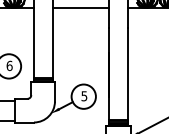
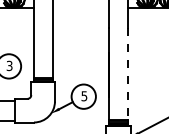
line at (80, 8): present -> none
text at (9, 65): 6 -> 3
line at (128, 74): solid -> dashed
